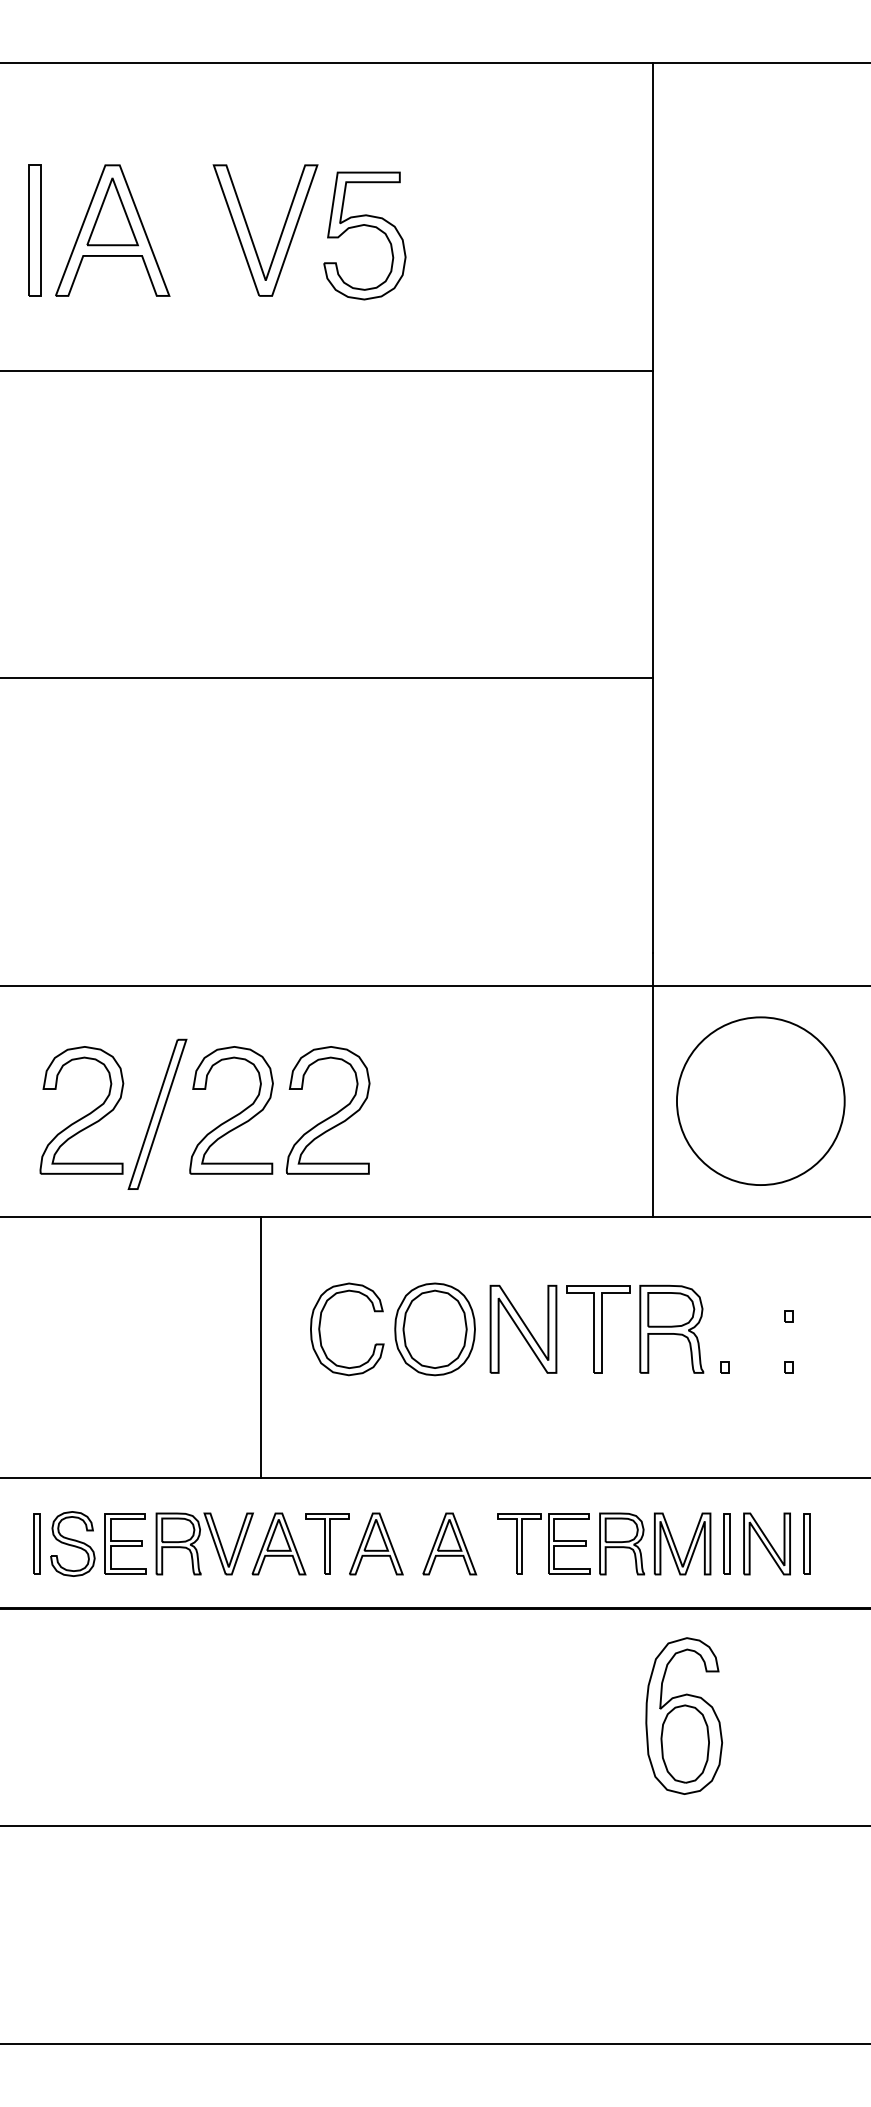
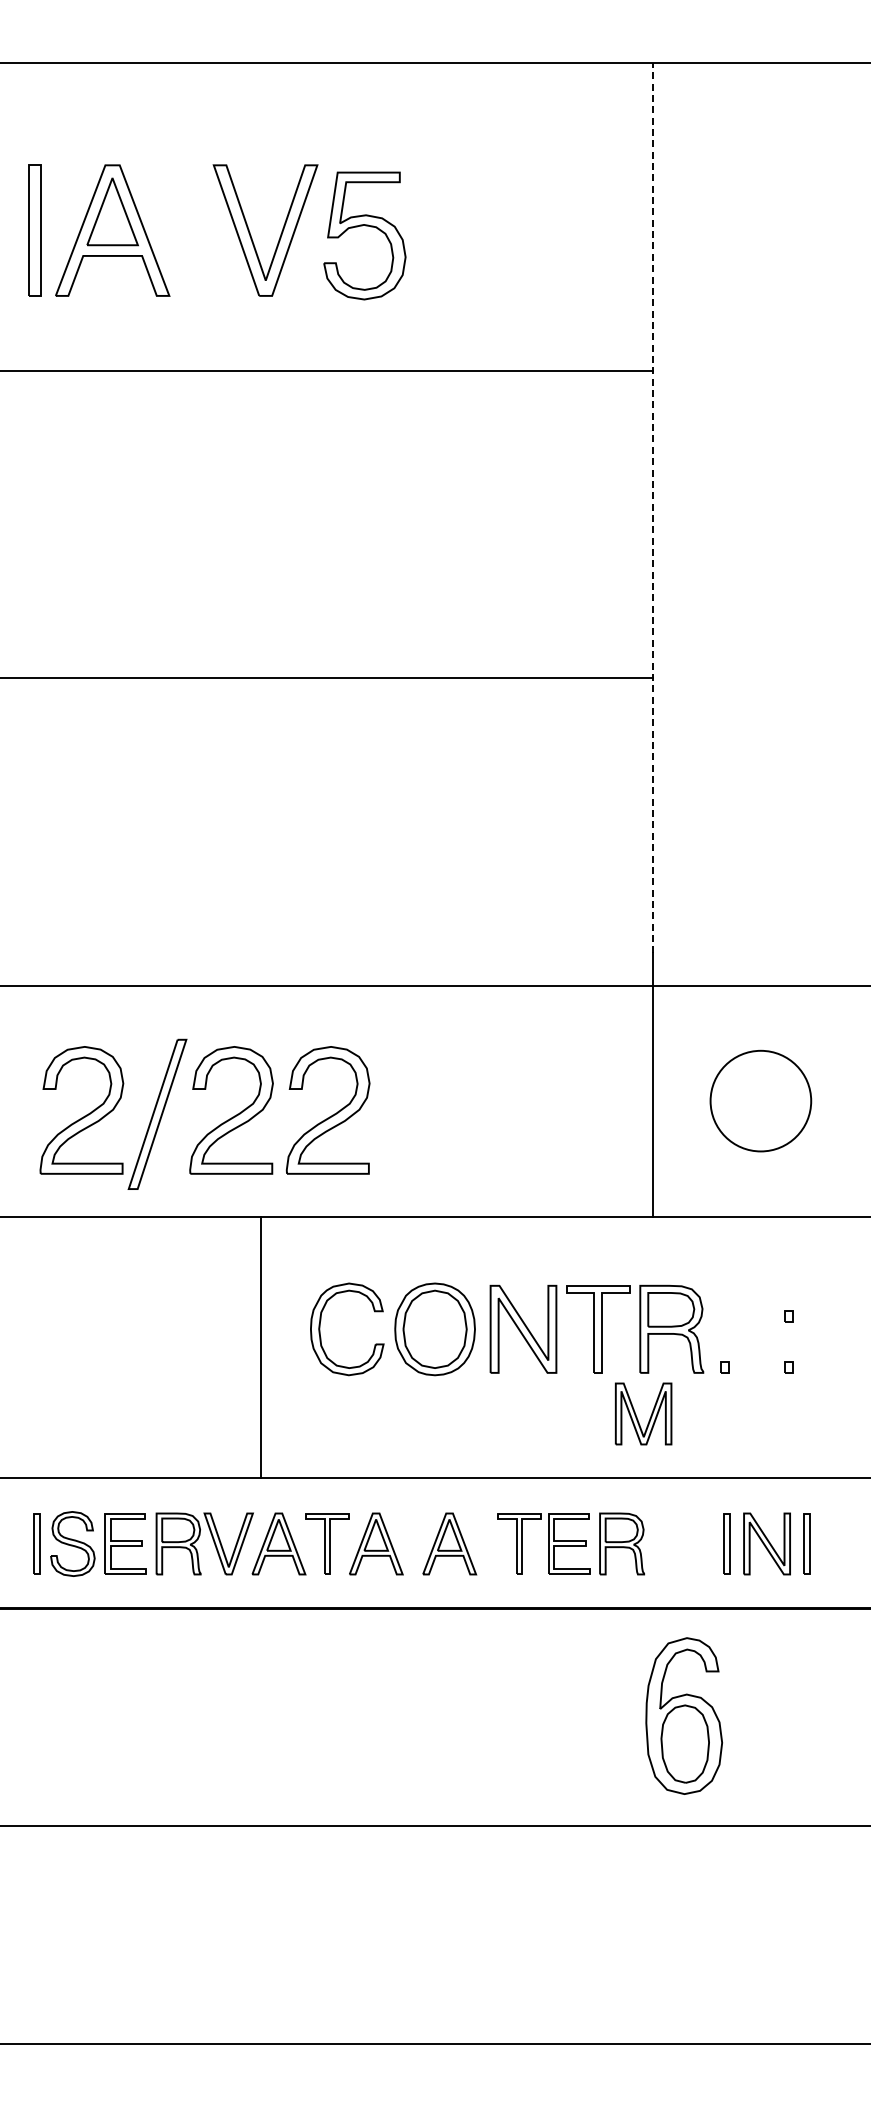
line at (653, 507): solid -> dashed
circle at (760, 1100) size: 170x170 px -> 104x104 px
part at (675, 1544) position: (675, 1544) -> (636, 1414)
